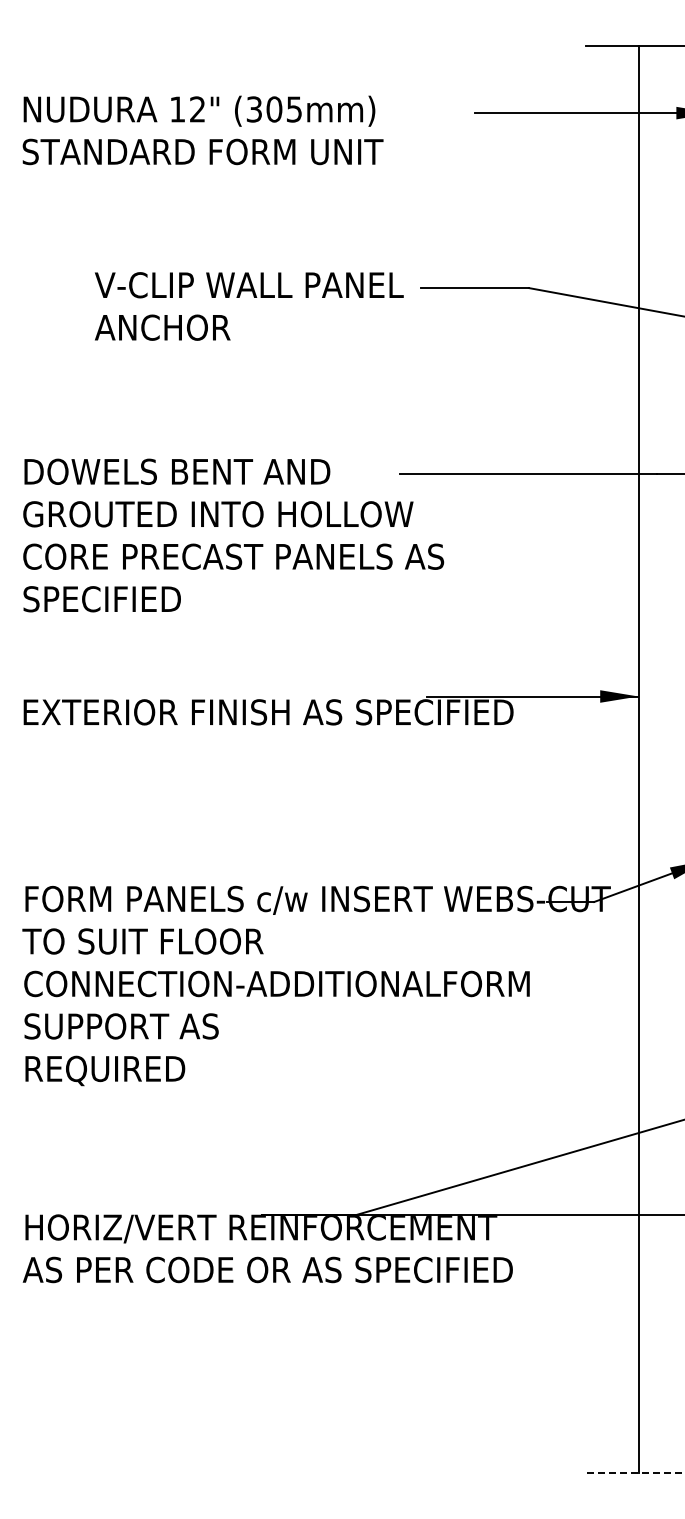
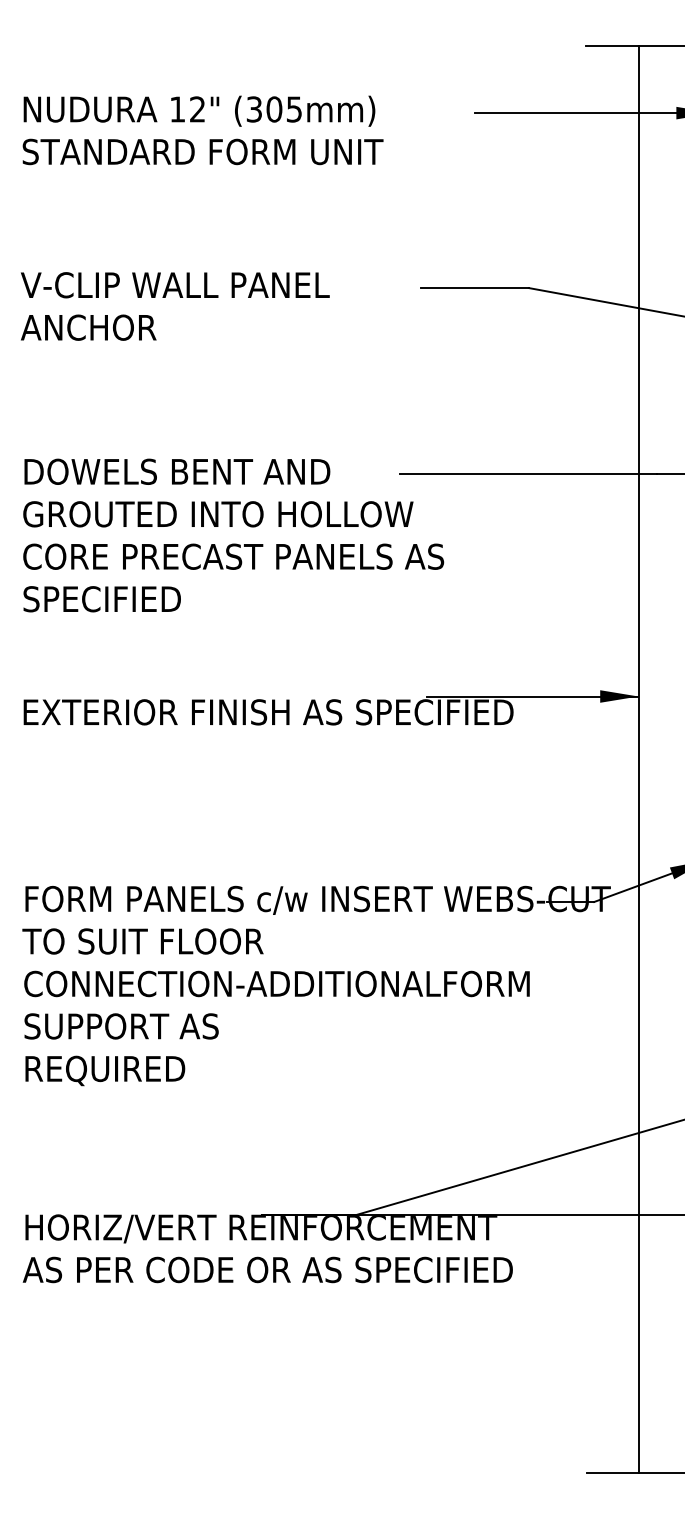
text at (249, 306) position: (249, 306) -> (175, 306)
line at (636, 1473): dashed -> solid
